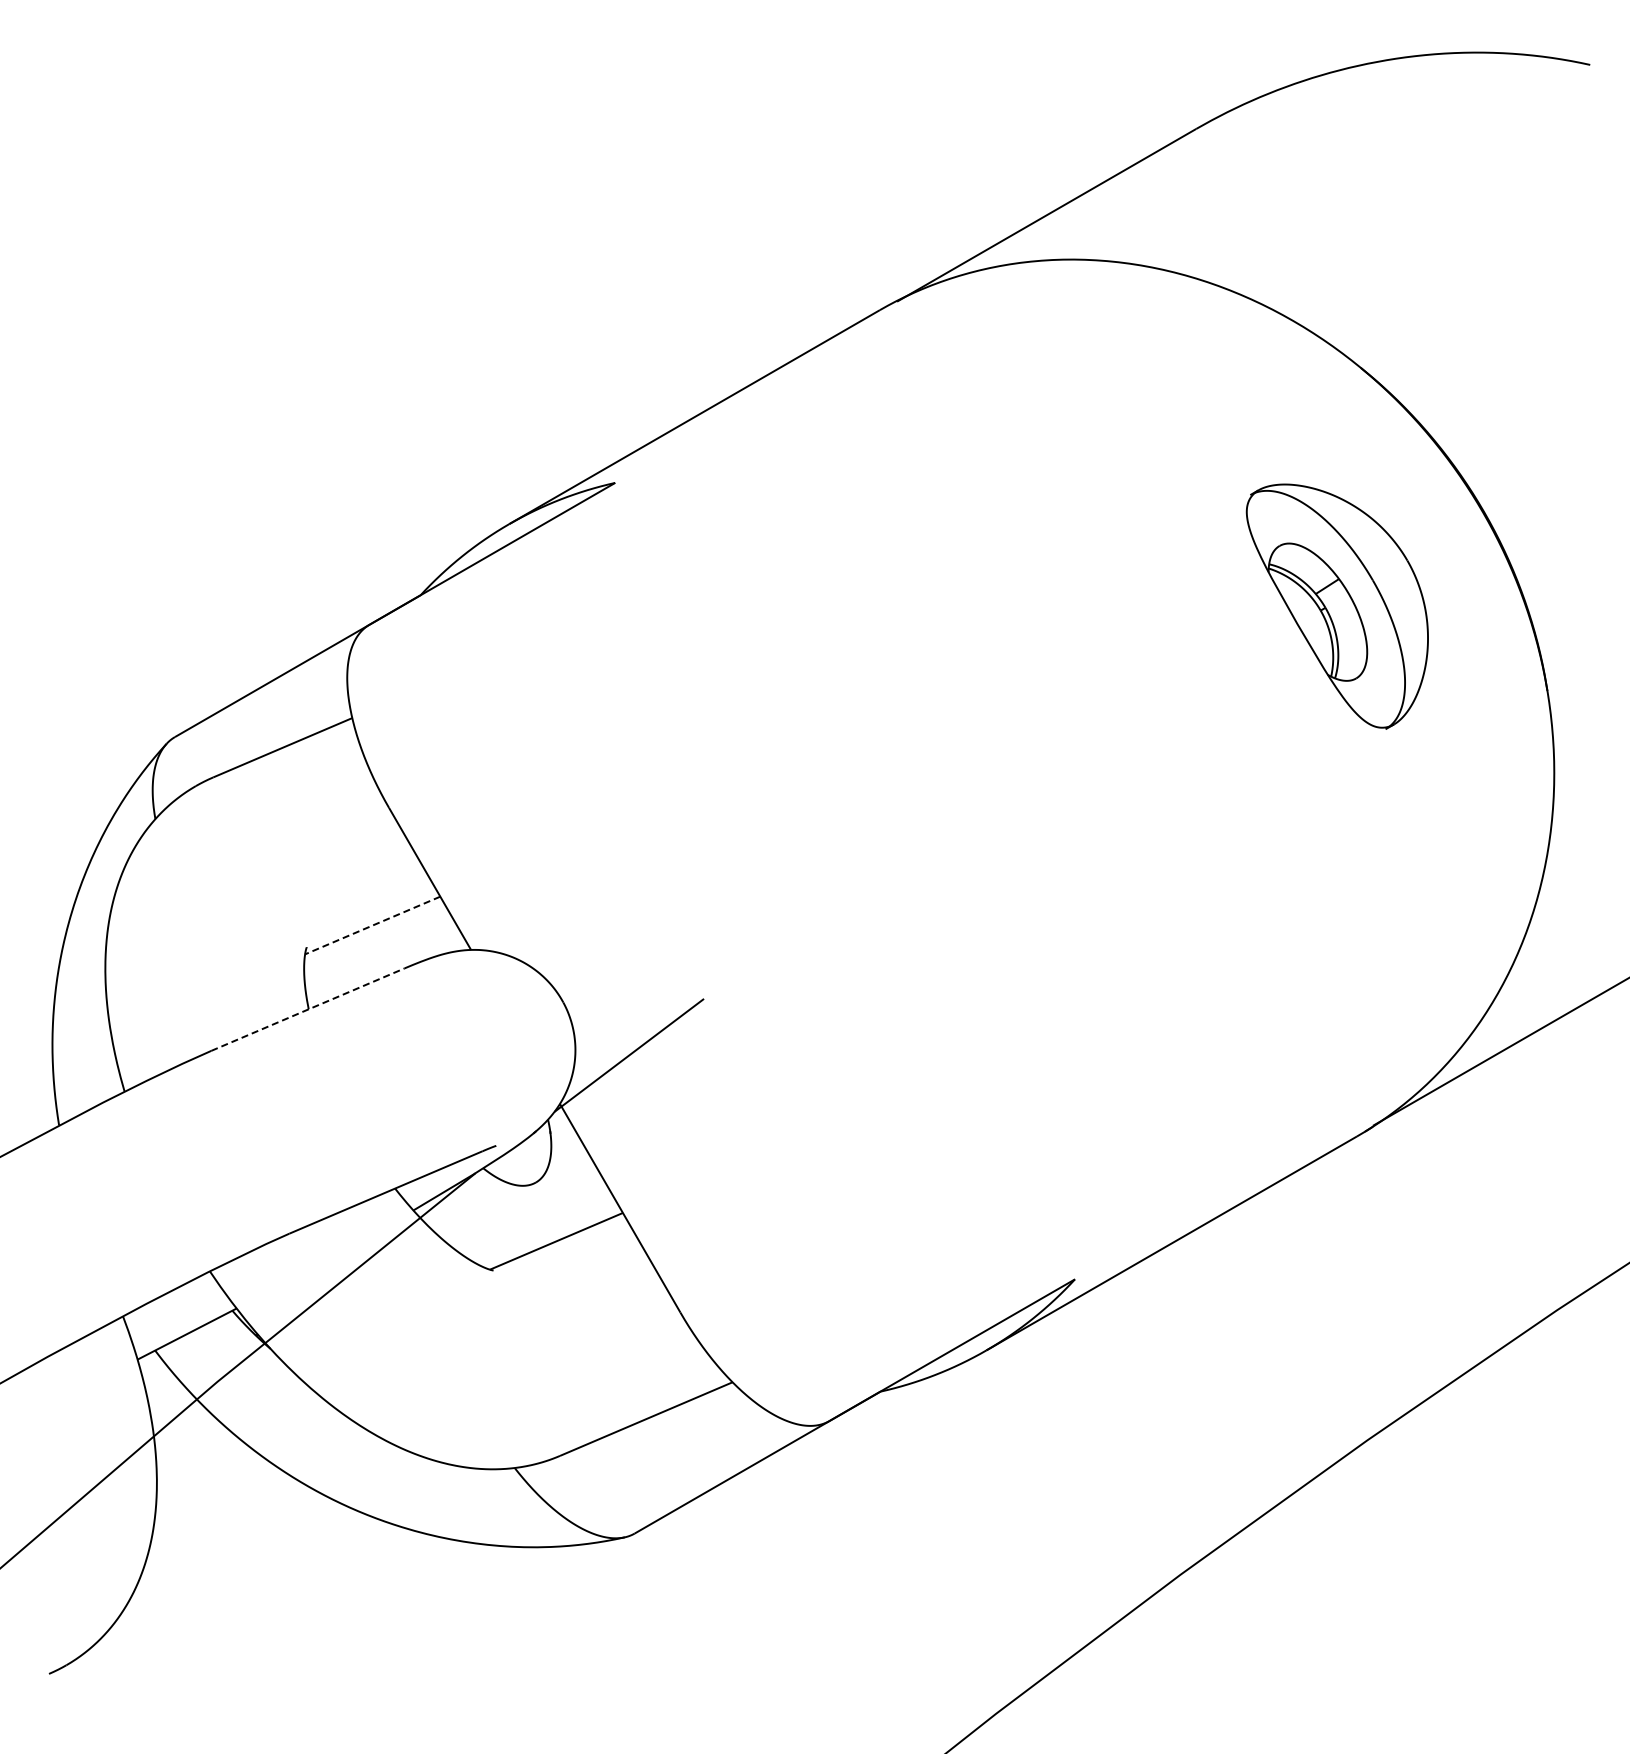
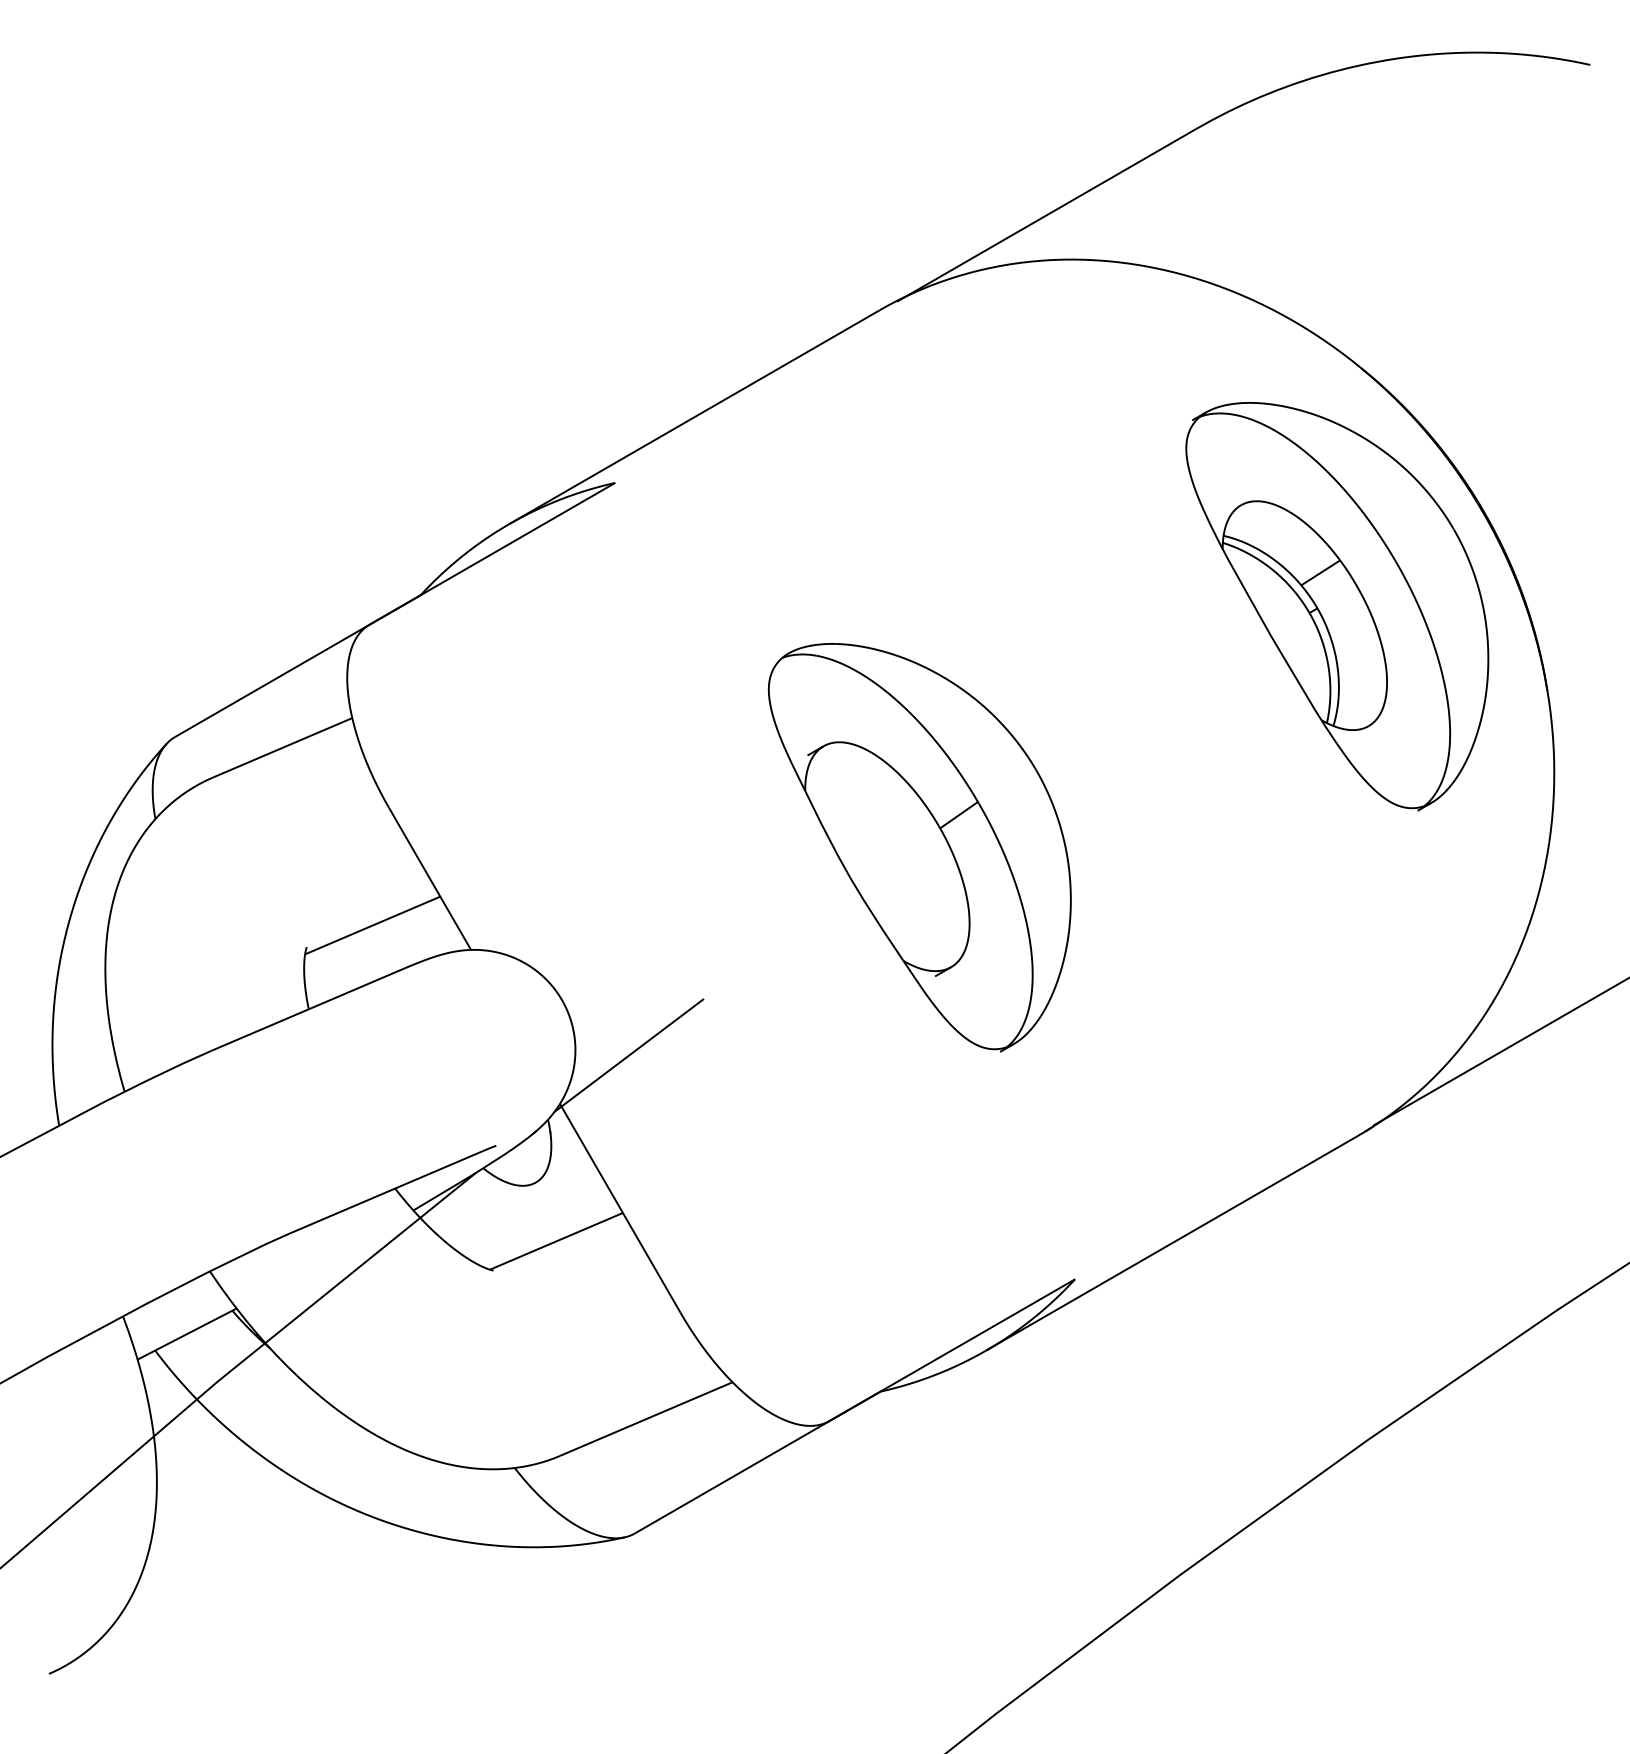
part at (1336, 606) size: 184x247 px -> 305x410 px
part at (919, 847): none -> present
line at (372, 925): dashed -> solid
line at (308, 1009): dashed -> solid
